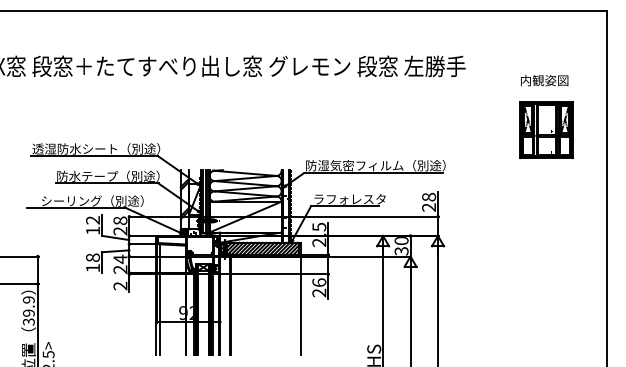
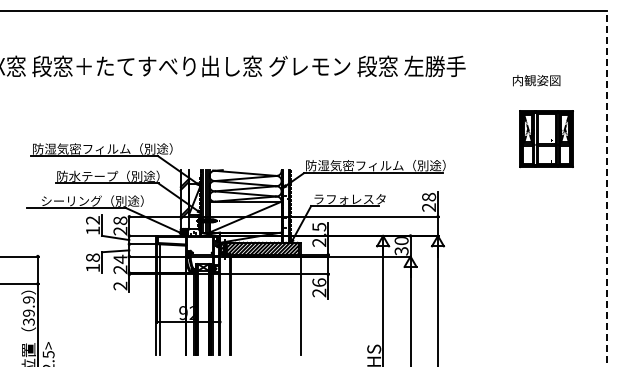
text at (544, 80) position: (544, 80) -> (536, 80)
part at (546, 129) position: (546, 129) -> (546, 138)
text at (102, 148): 透湿防水シート（別途） -> 防湿気密フィルム（別途）
line at (607, 188): solid -> dashed
